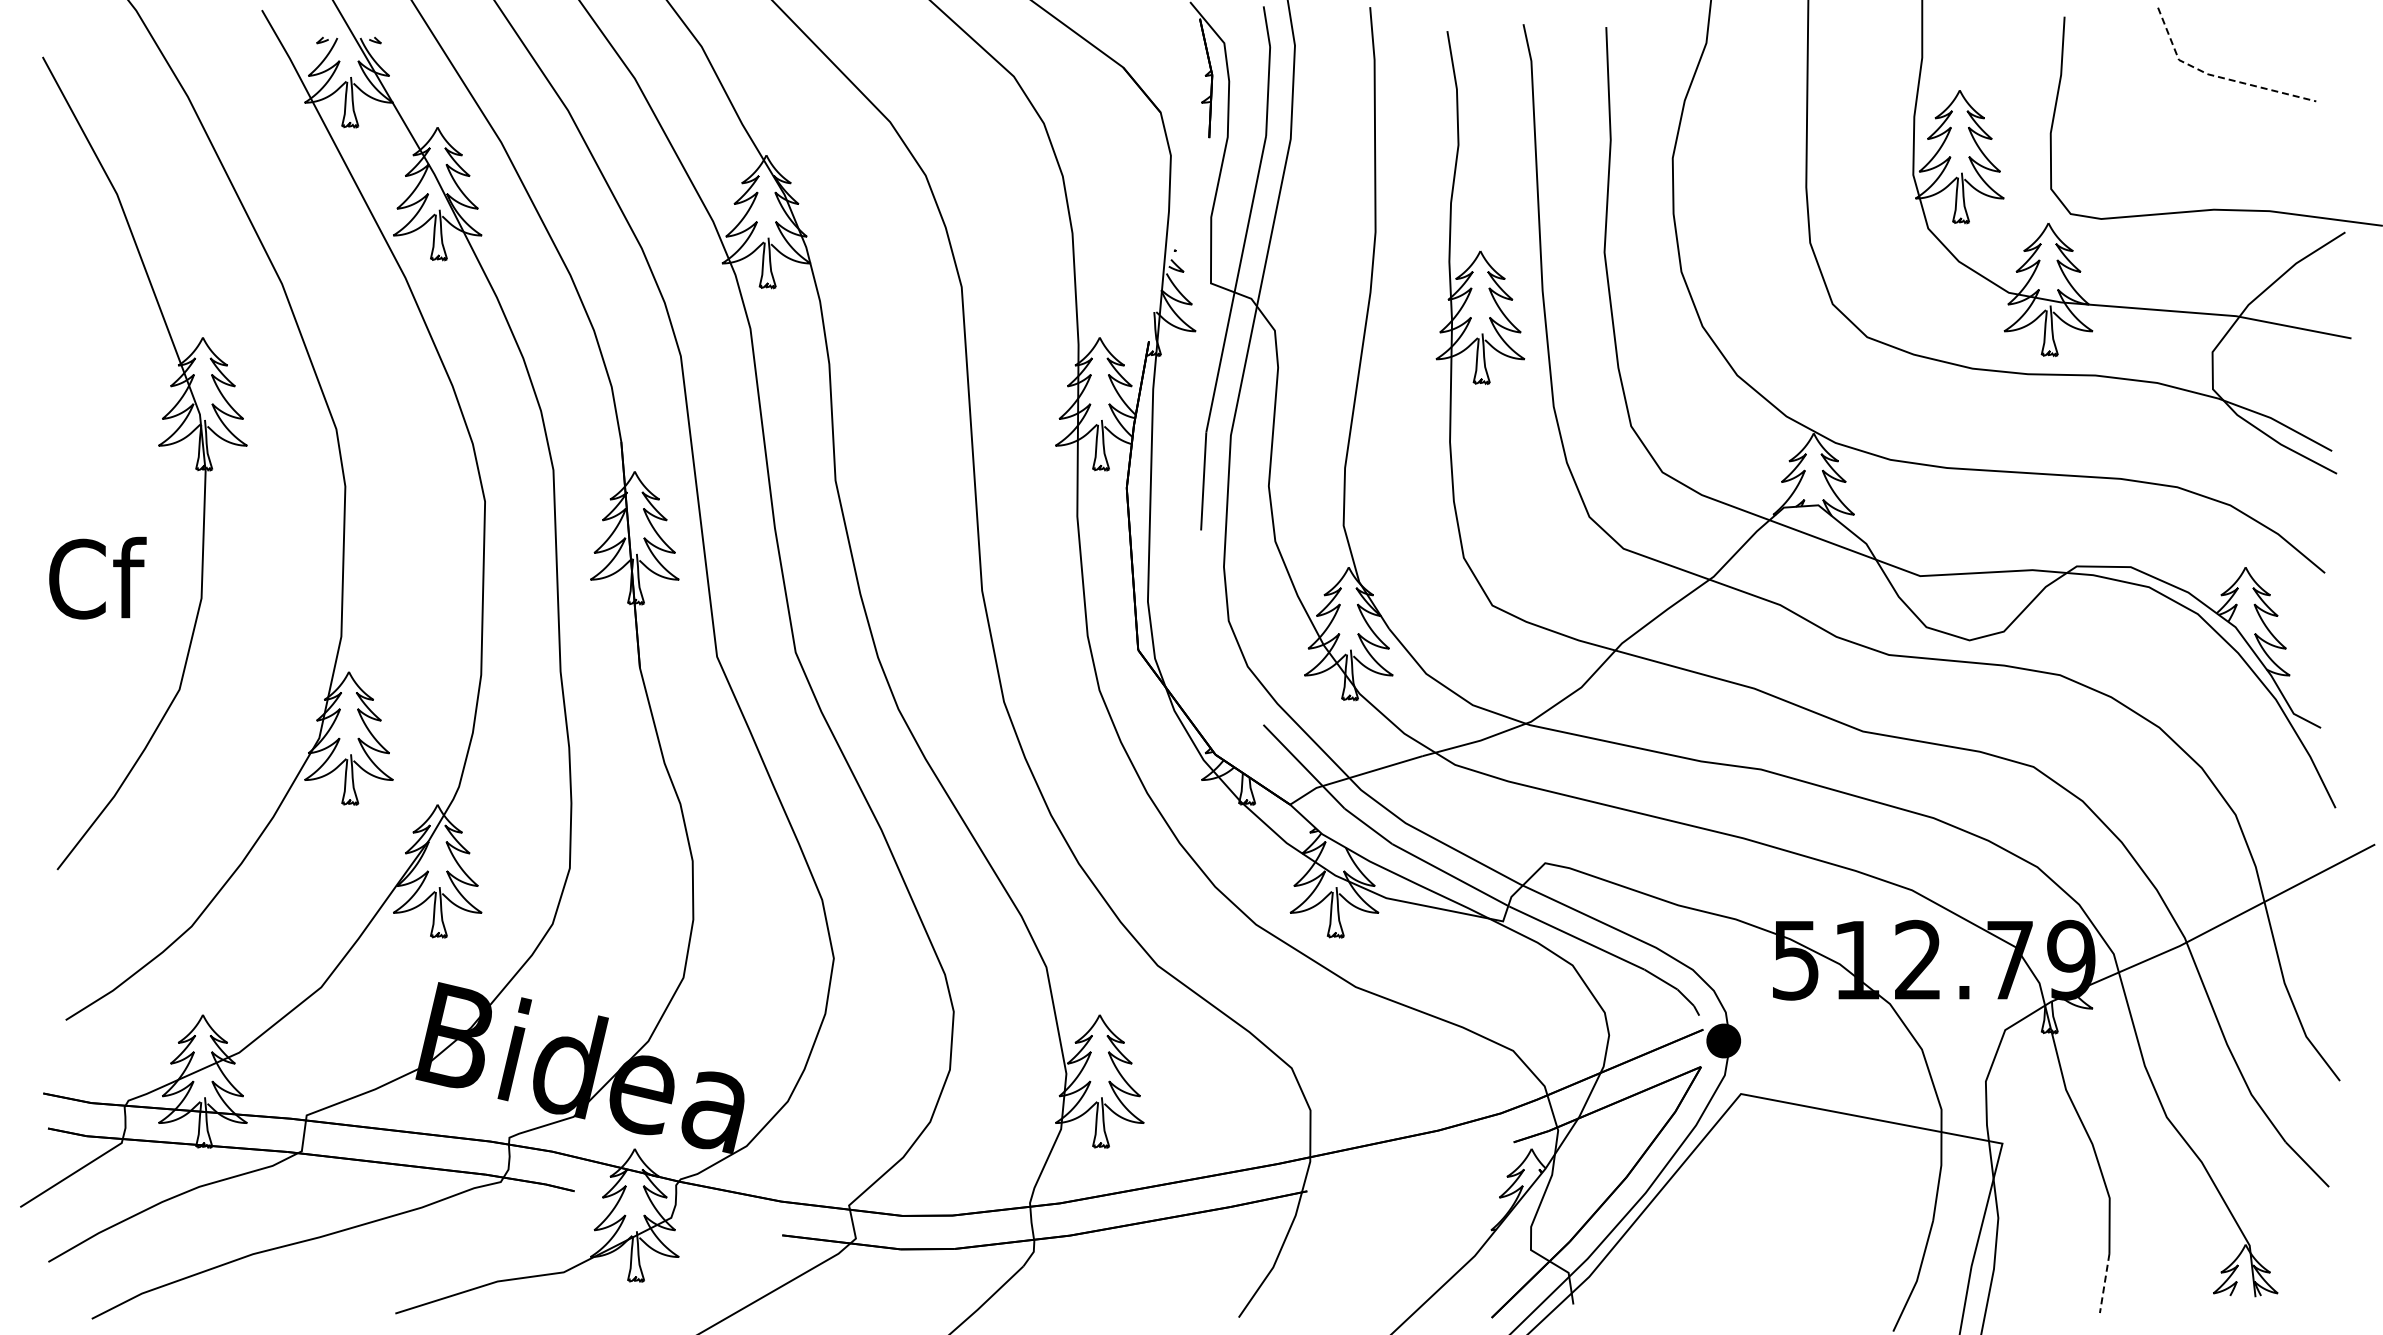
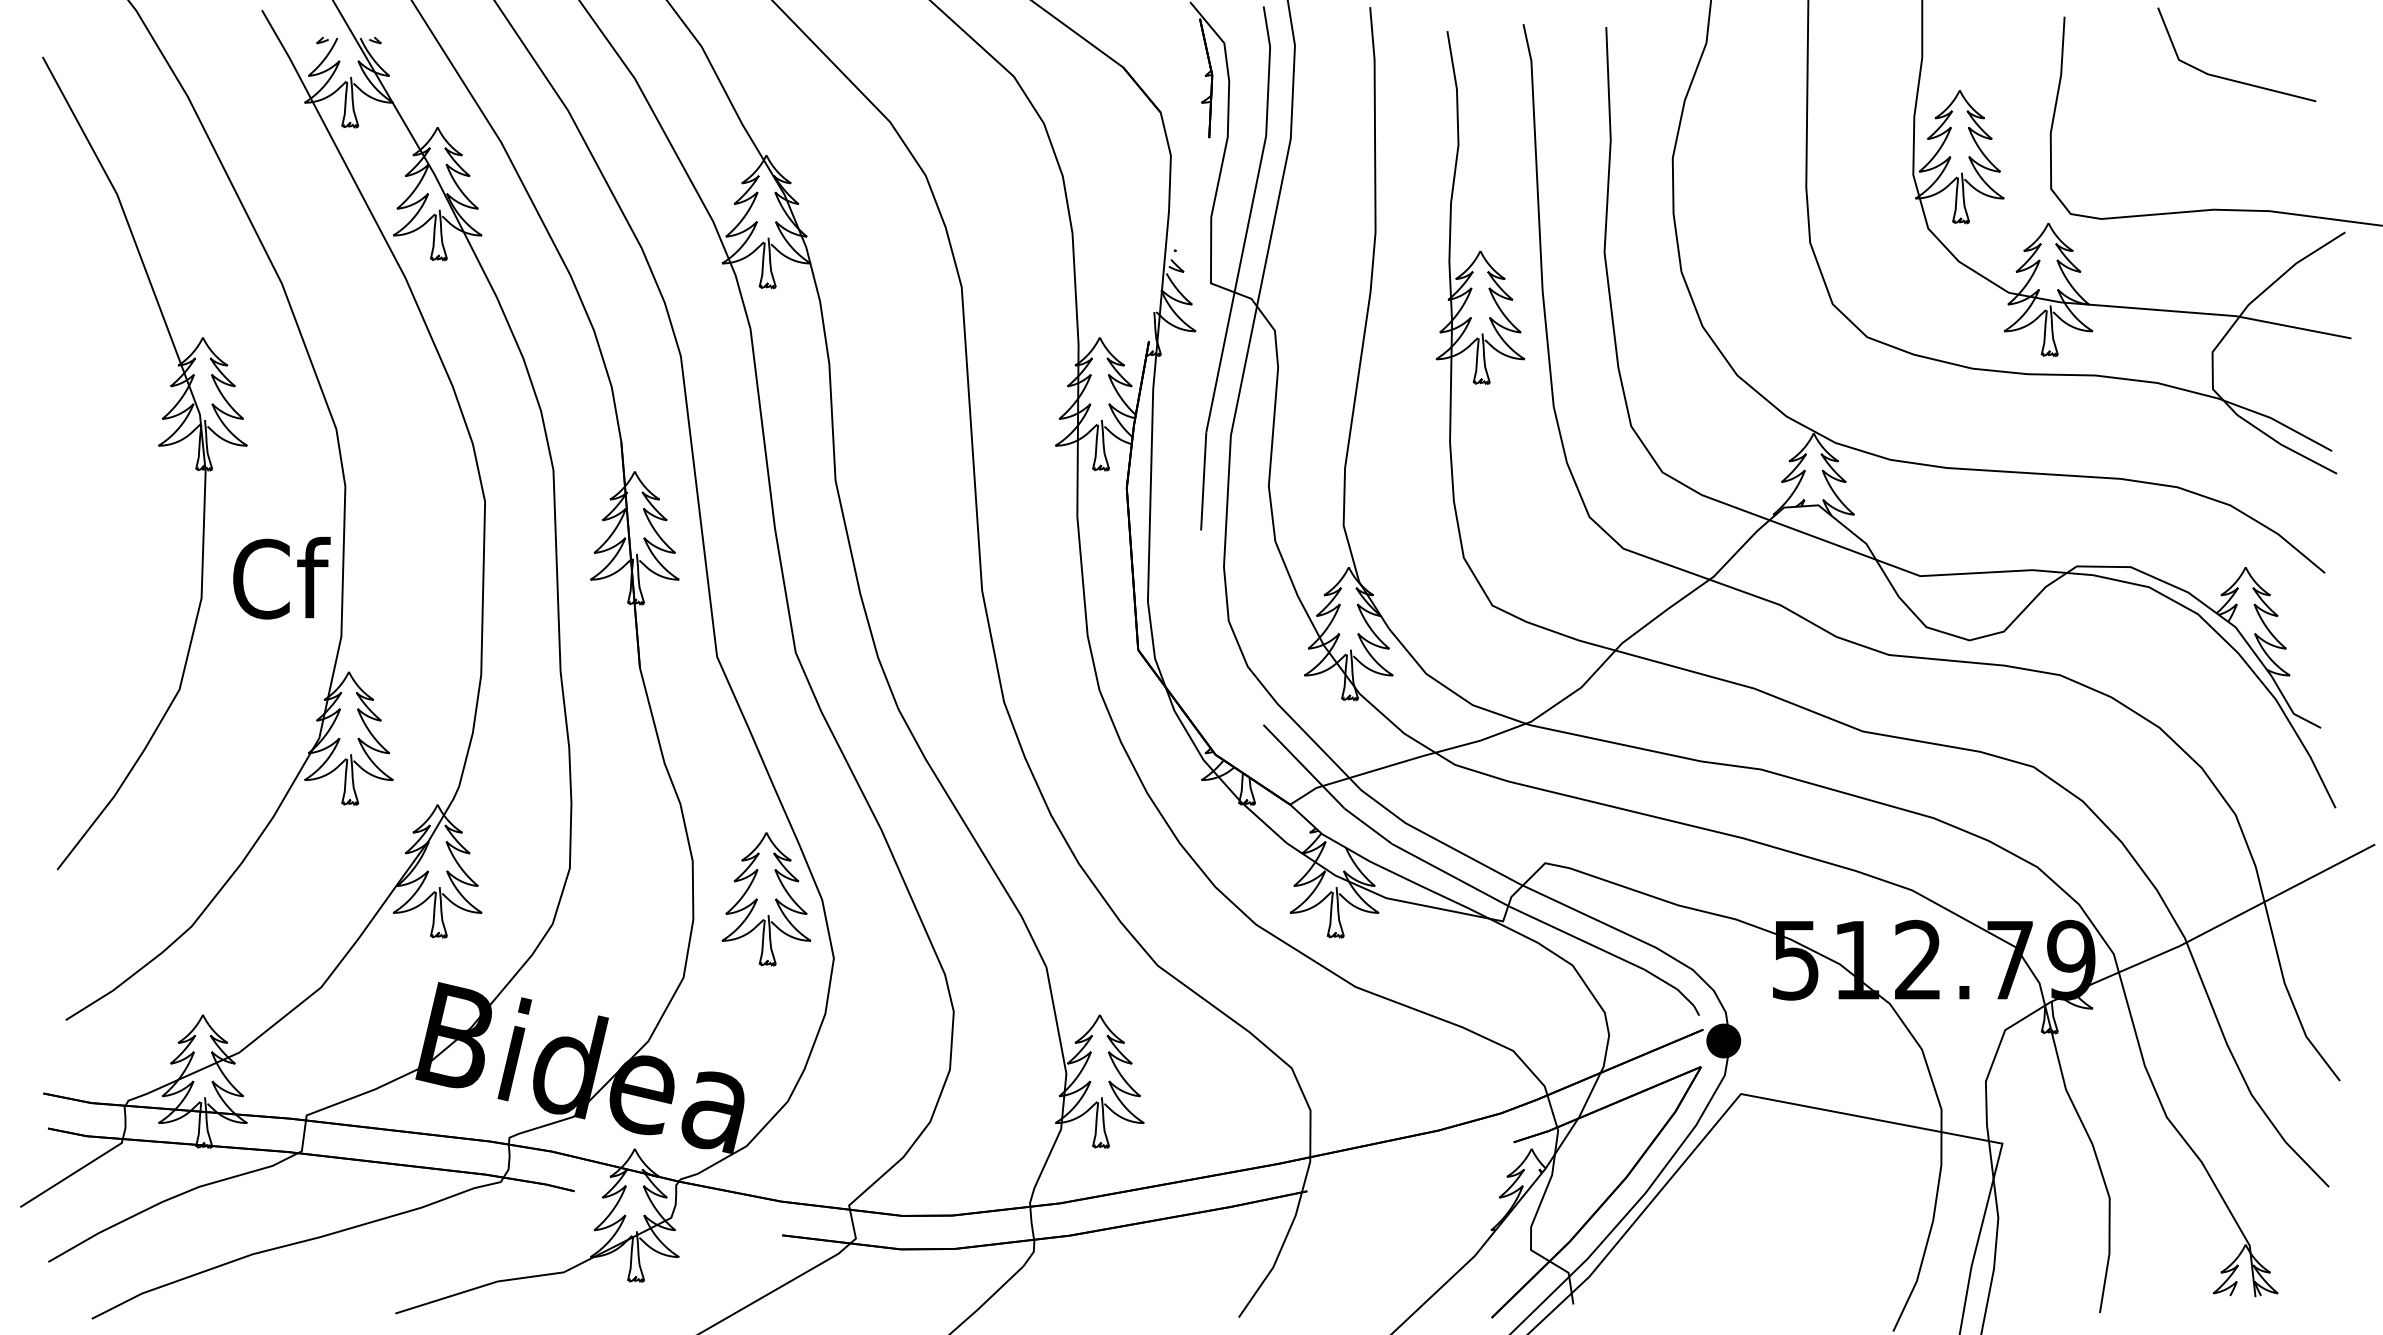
line at (2217, 76): dashed -> solid
text at (97, 577) position: (97, 577) -> (281, 577)
part at (766, 899): none -> present
line at (2104, 1283): dashed -> solid
